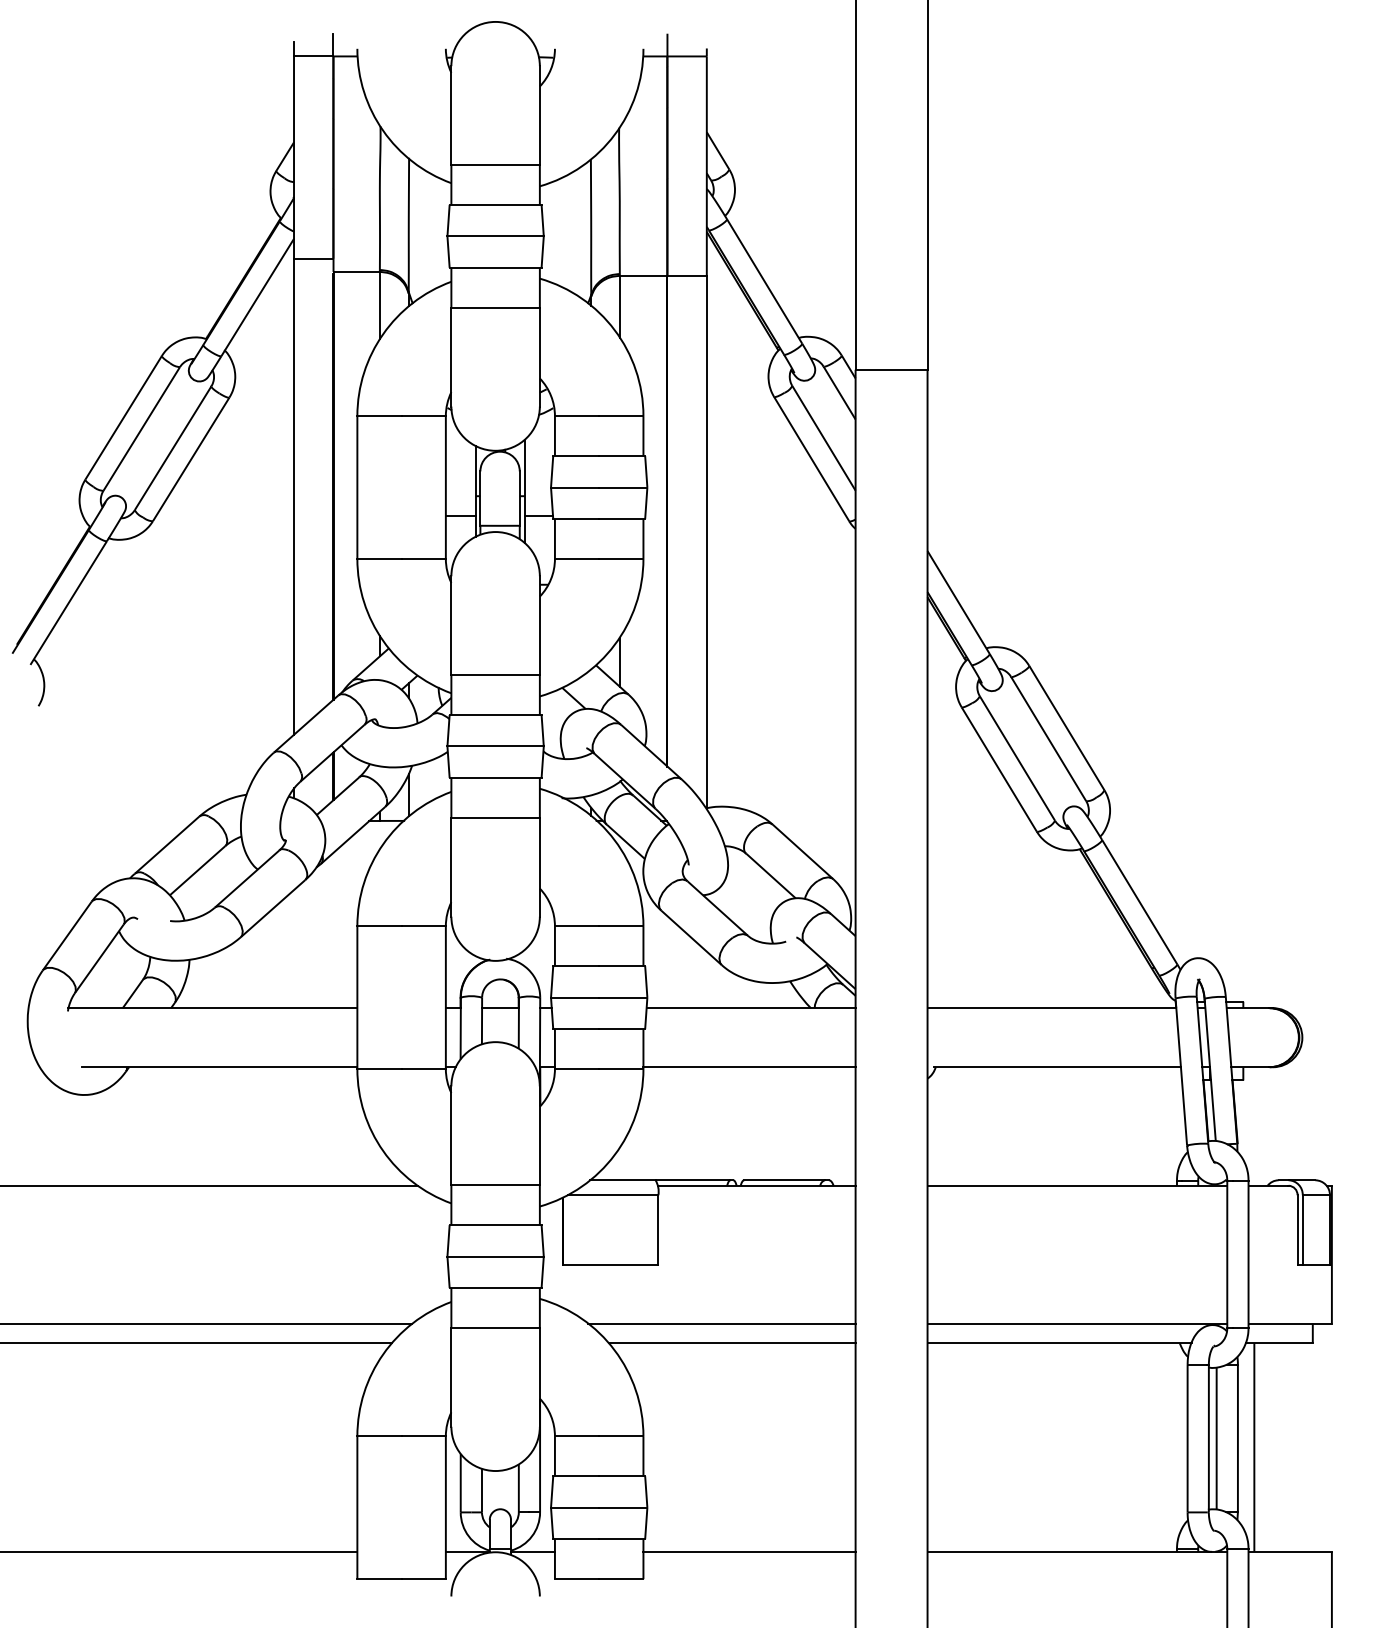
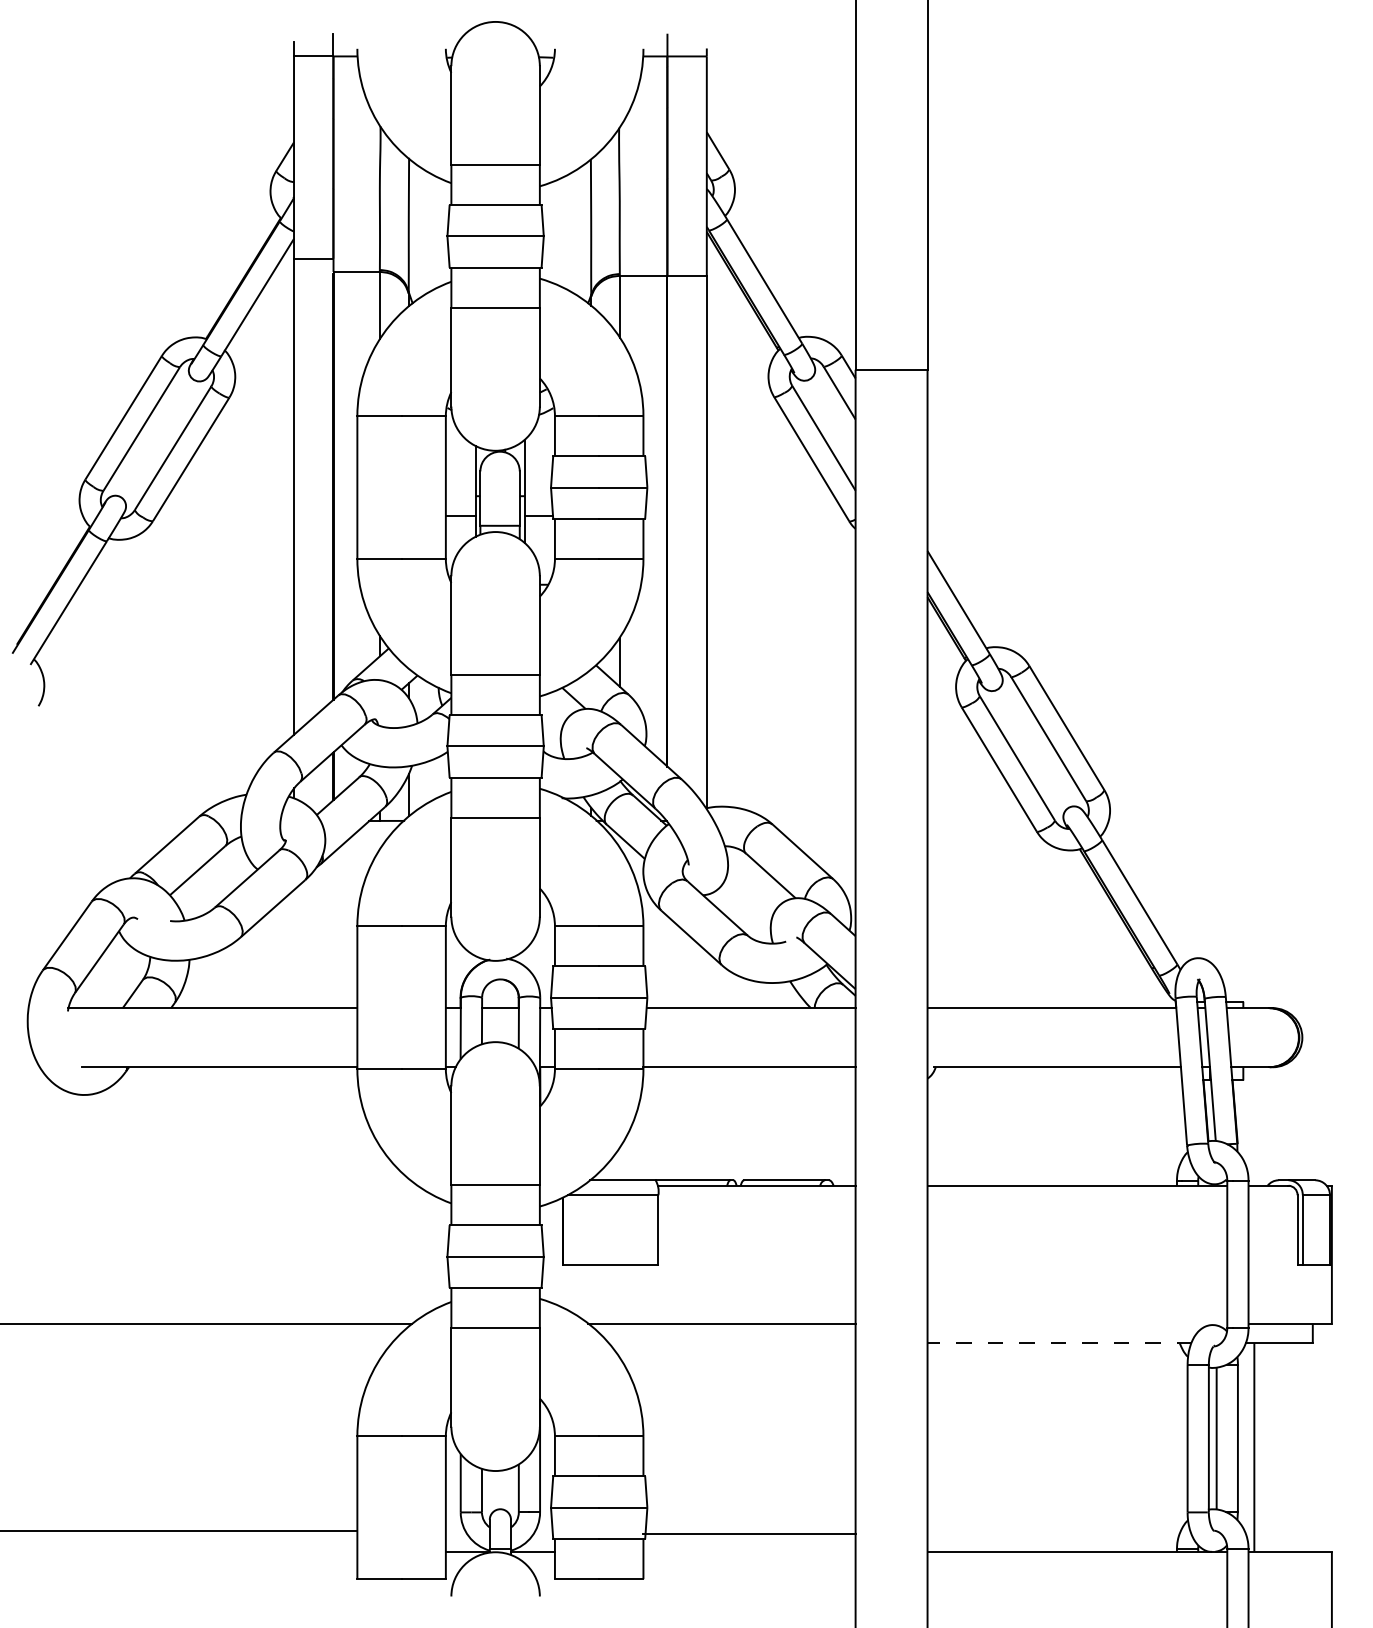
line at (209, 1185): present -> none
line at (1077, 1323): present -> none
line at (196, 1343): present -> none
line at (731, 1343): present -> none
line at (1059, 1343): solid -> dashed
line at (179, 1551) position: (179, 1551) -> (179, 1530)
line at (749, 1551) position: (749, 1551) -> (749, 1533)
